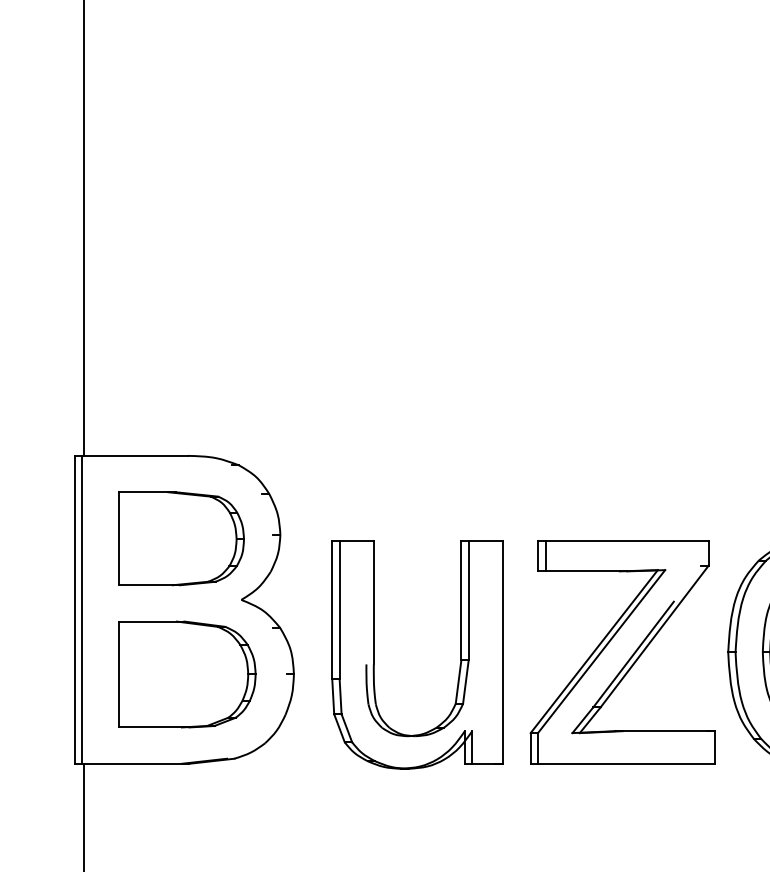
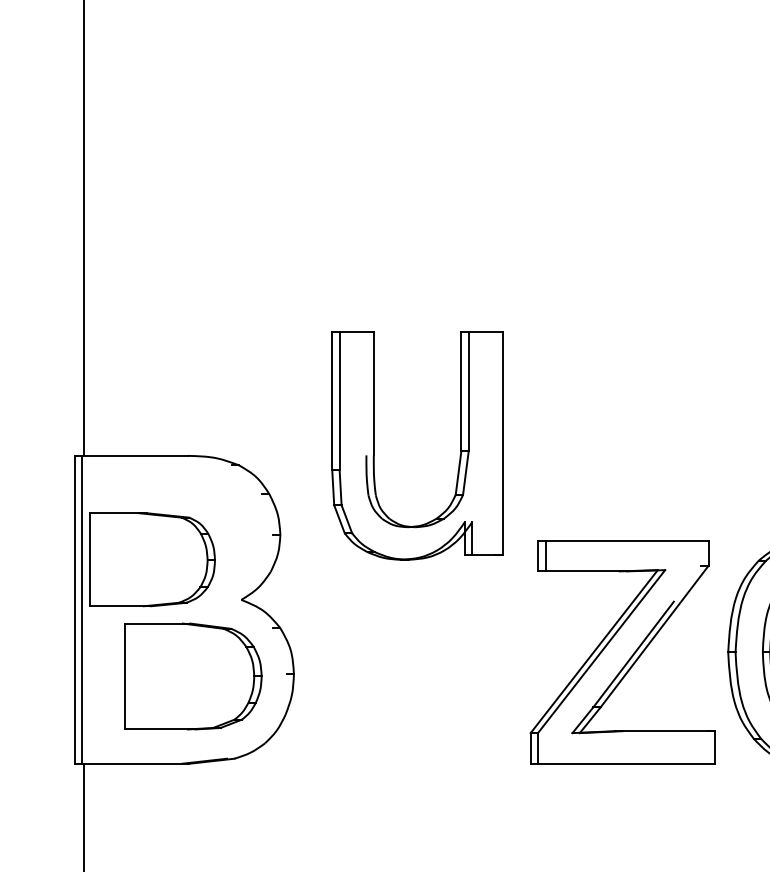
part at (181, 538) position: (181, 538) -> (152, 559)
part at (374, 654) position: (374, 654) -> (374, 445)
part at (187, 674) position: (187, 674) -> (193, 676)
